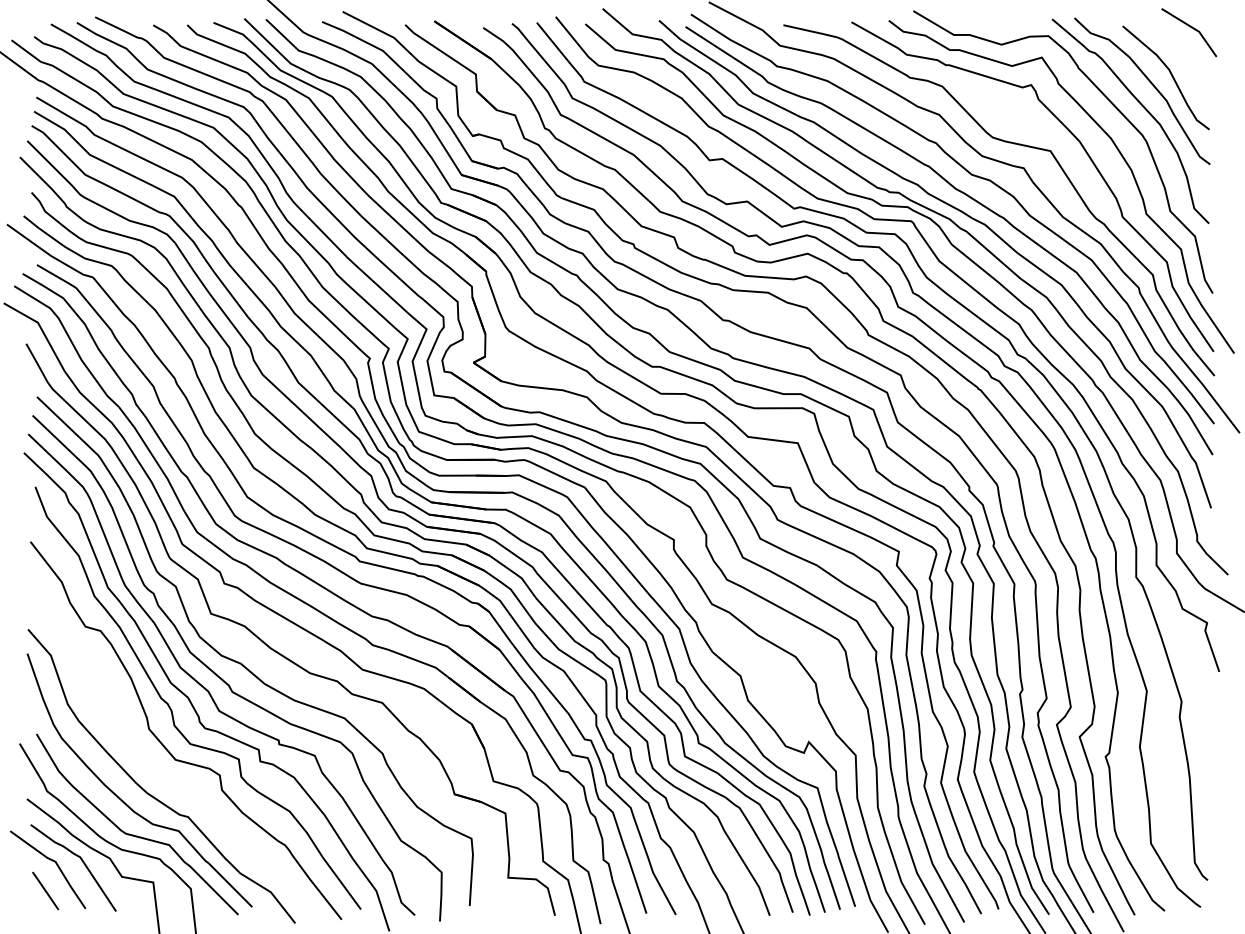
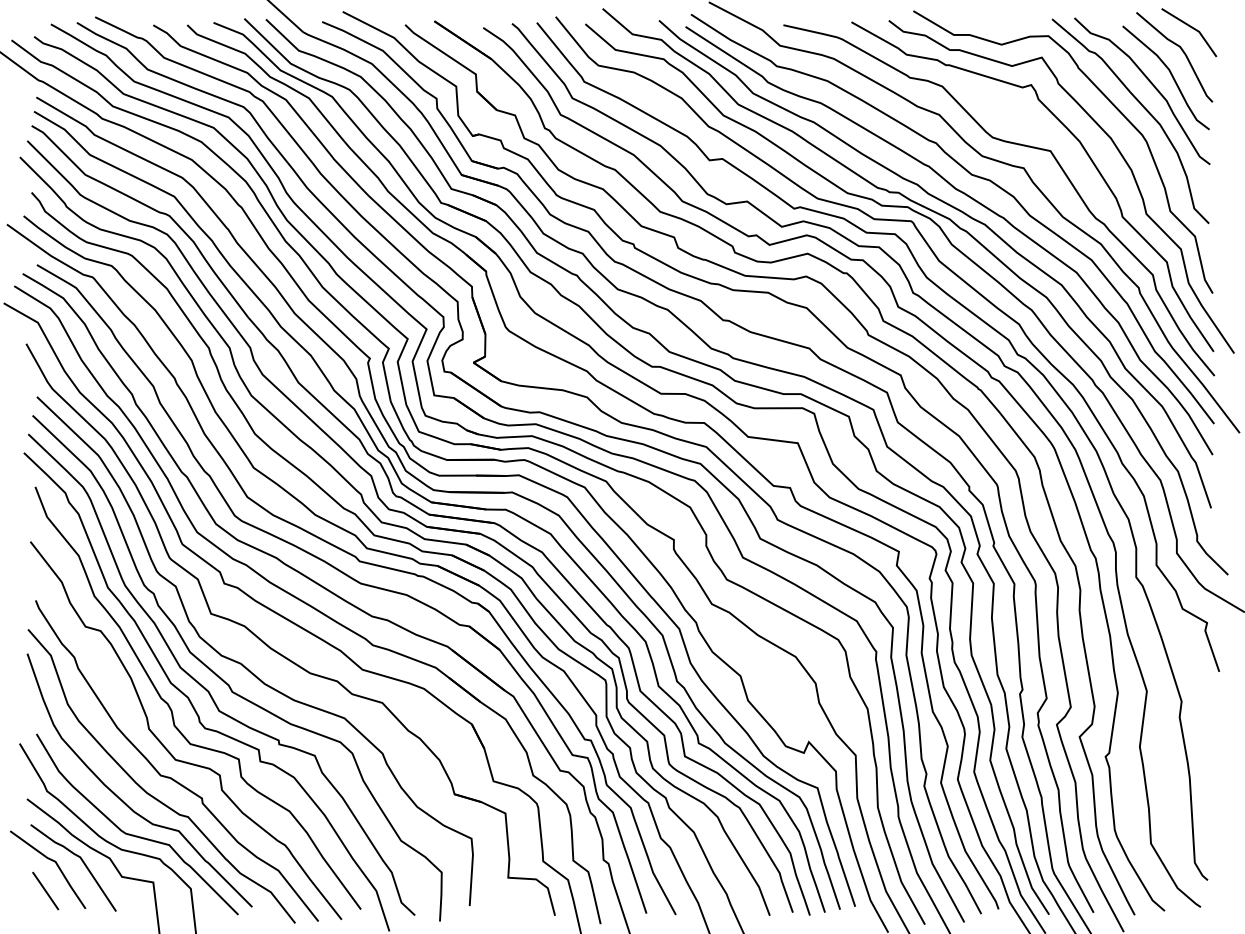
curve at (1182, 52): none -> present
curve at (169, 776): none -> present
